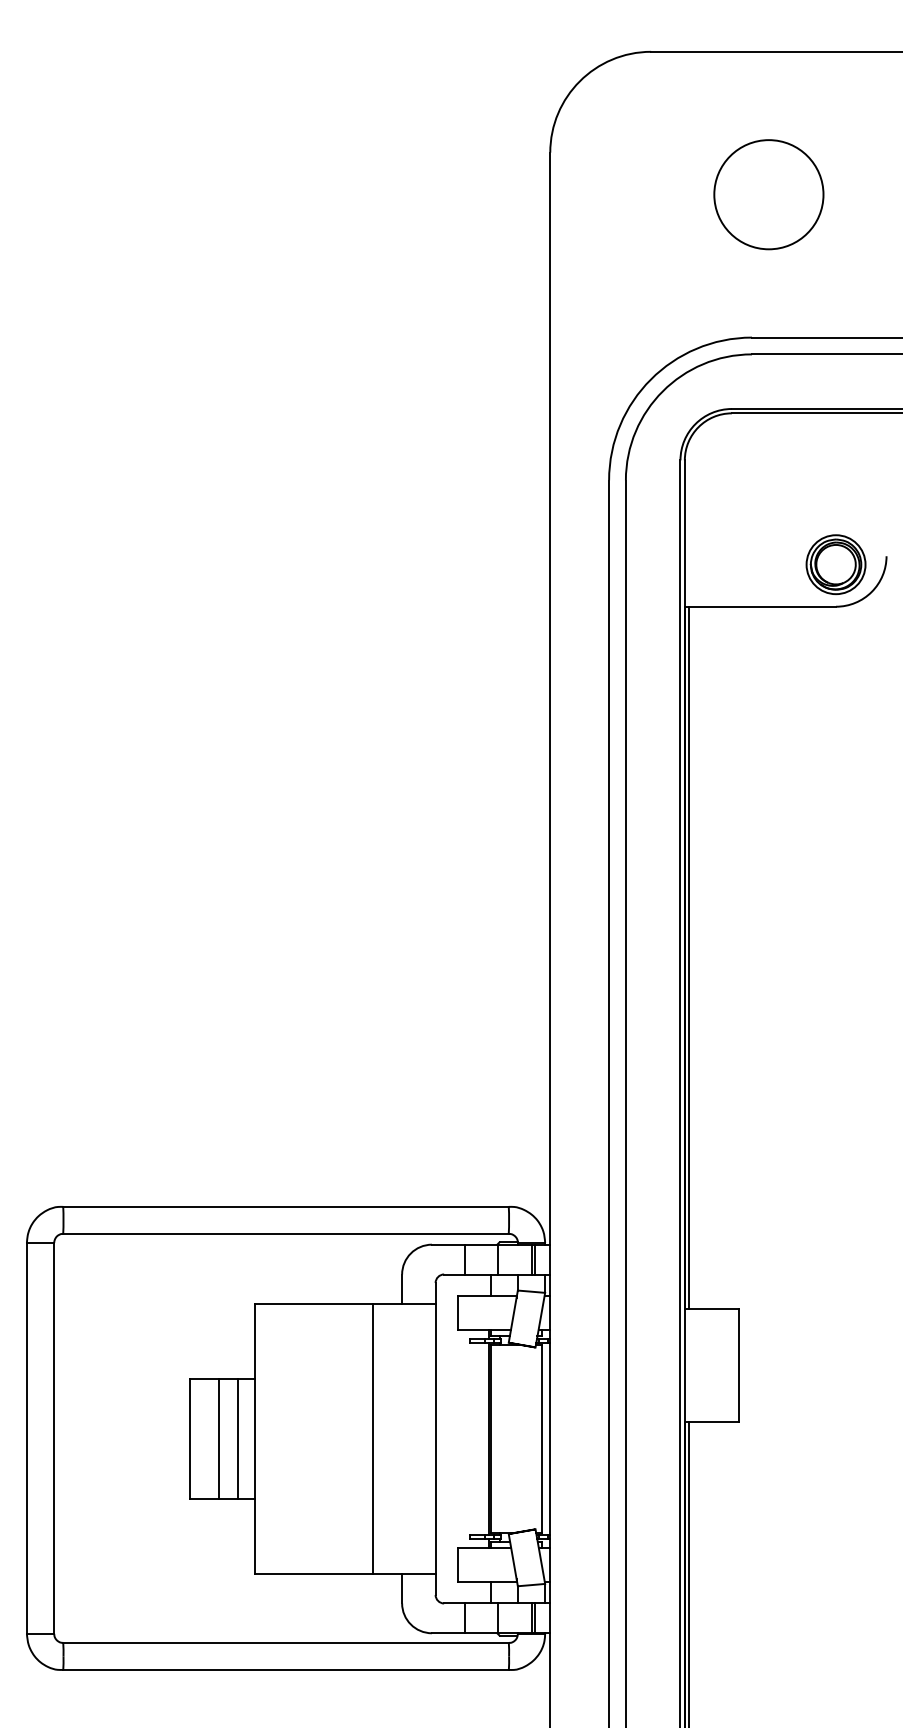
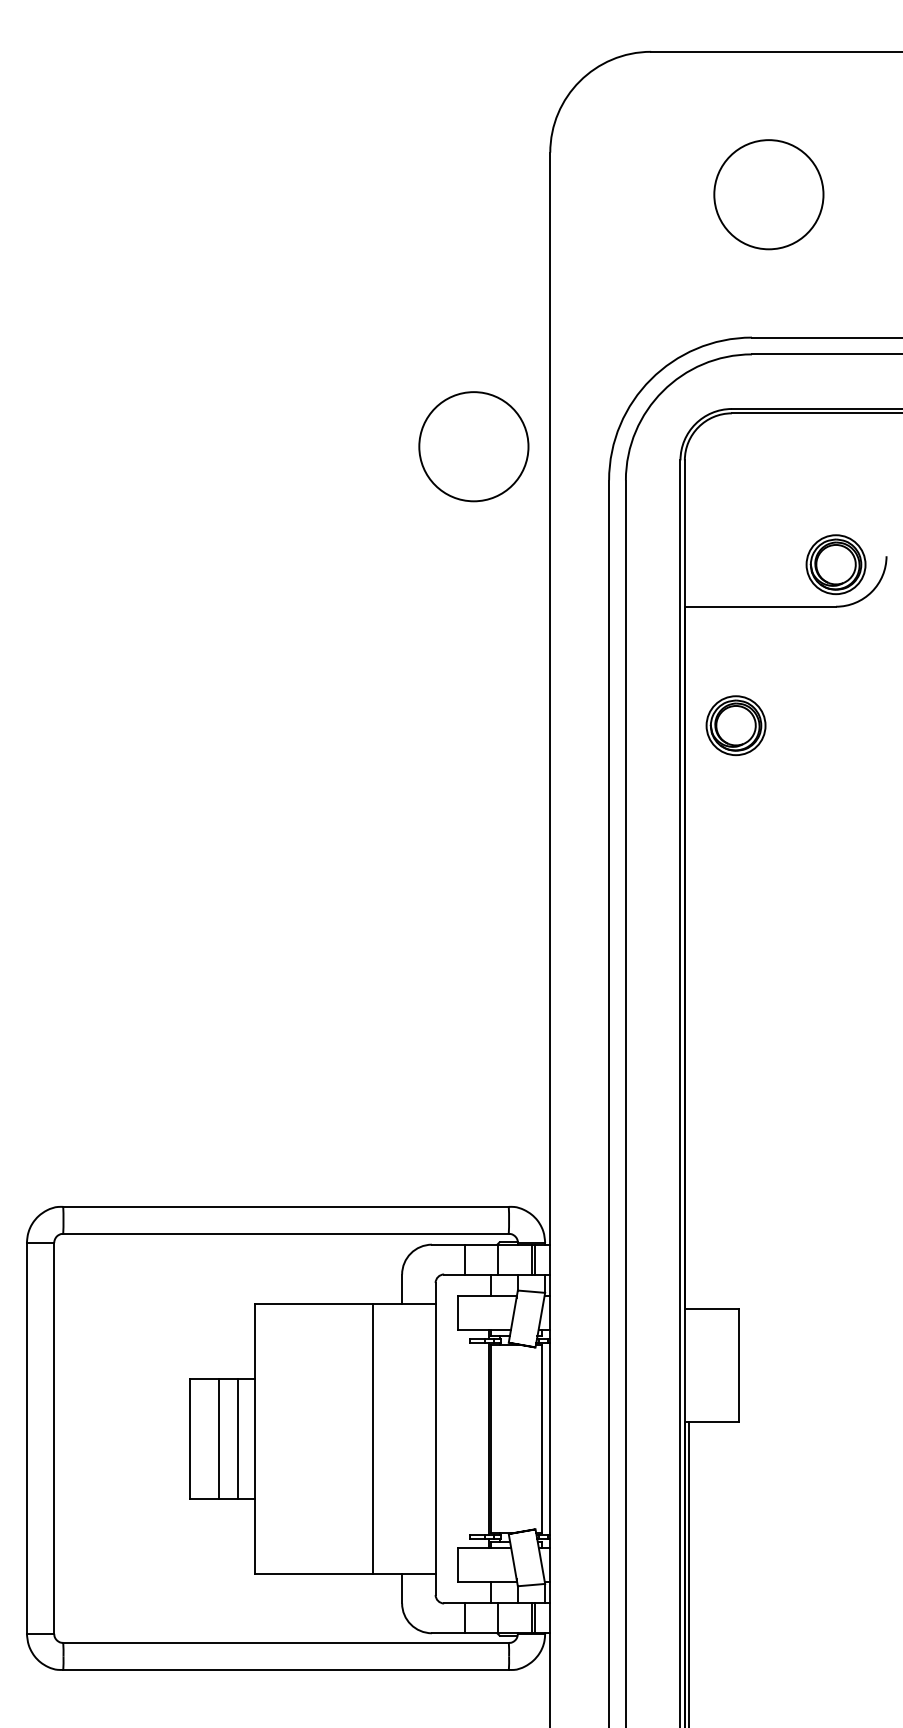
circle at (473, 446): none -> present
part at (735, 725): none -> present
line at (688, 957): present -> none
